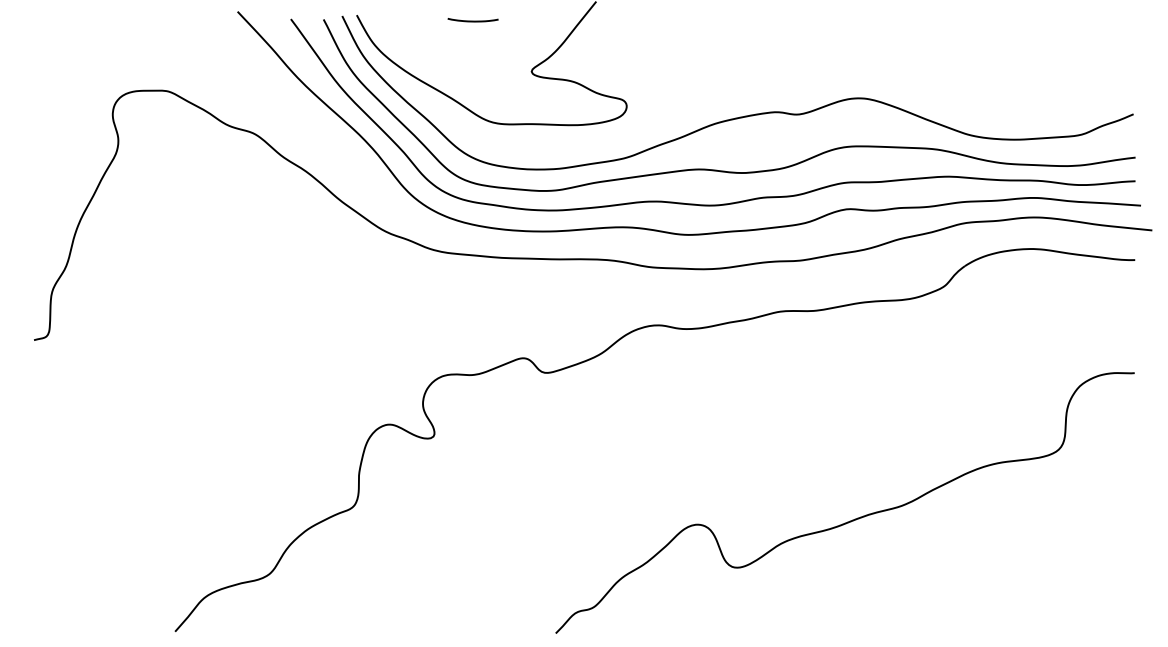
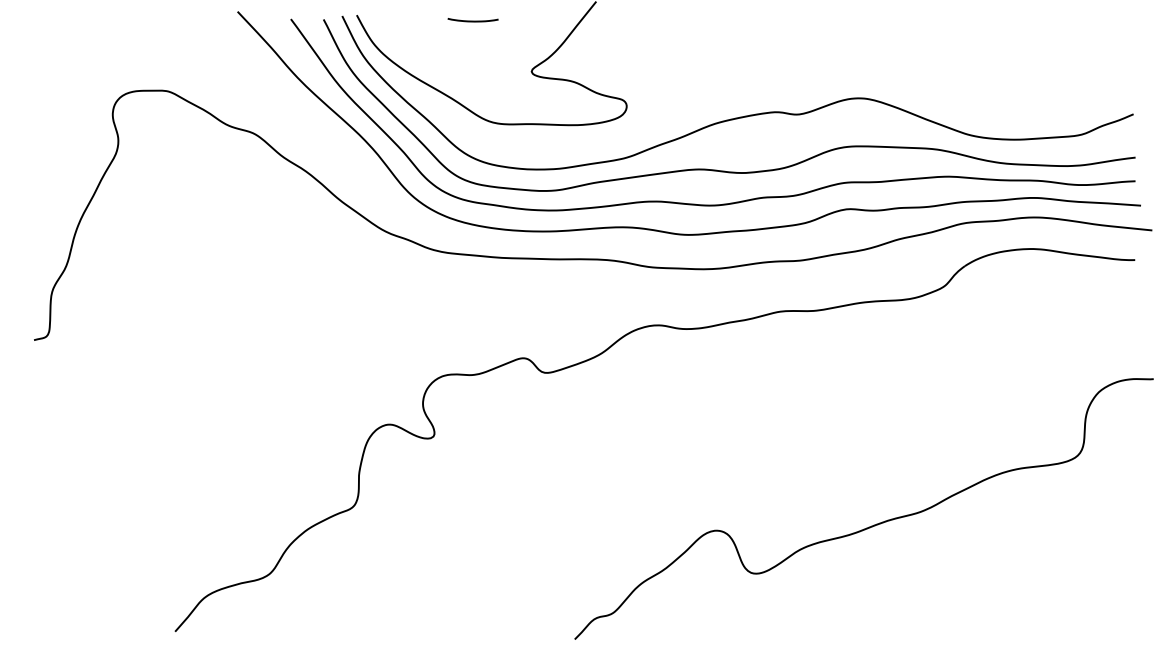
curve at (852, 519) position: (852, 519) -> (871, 525)
